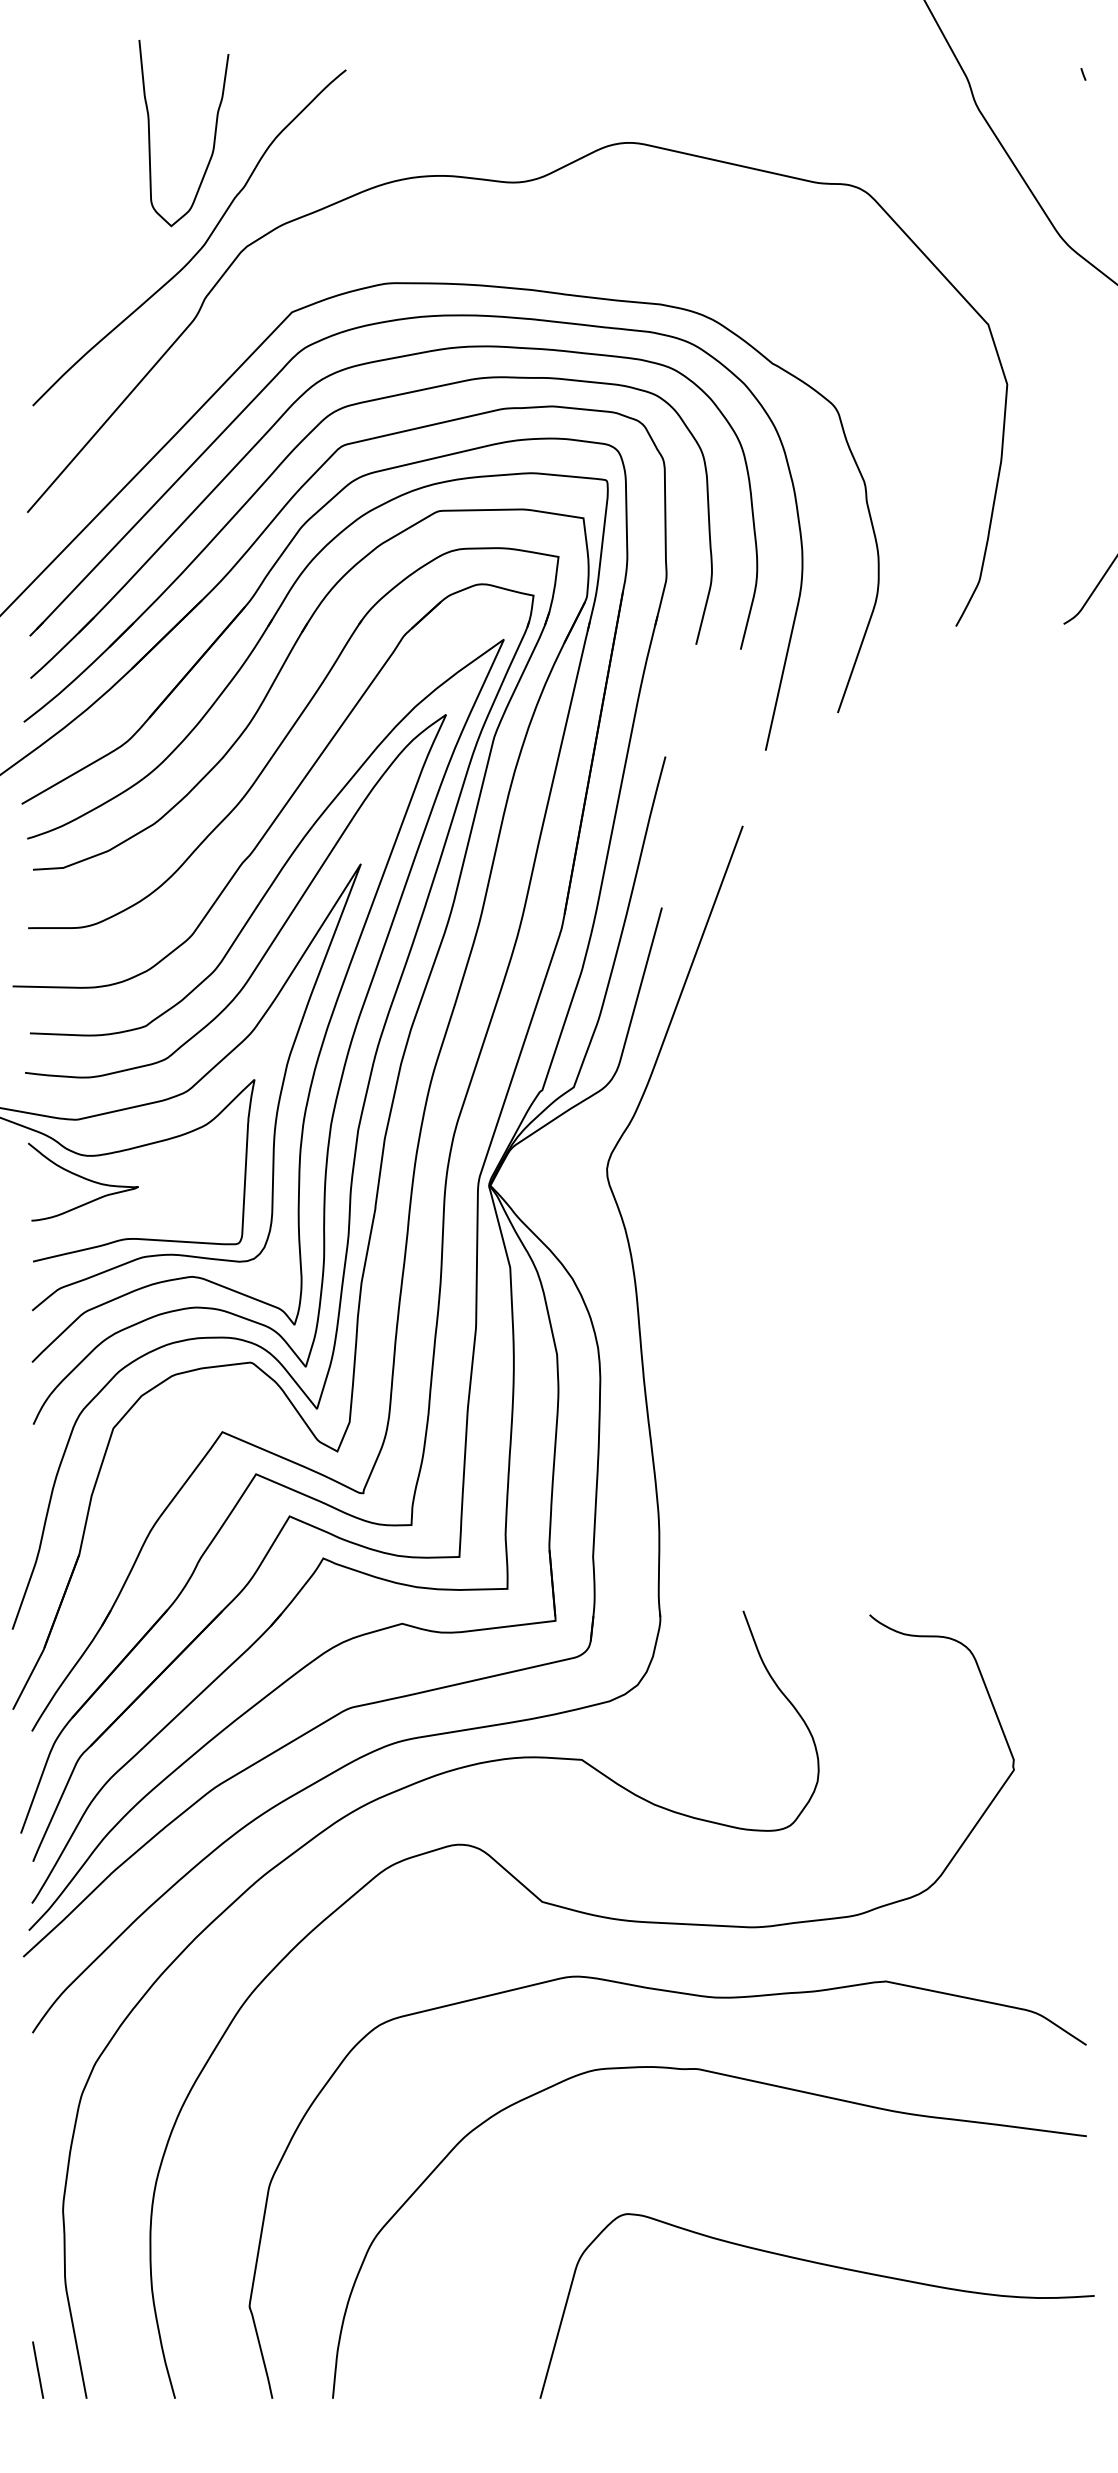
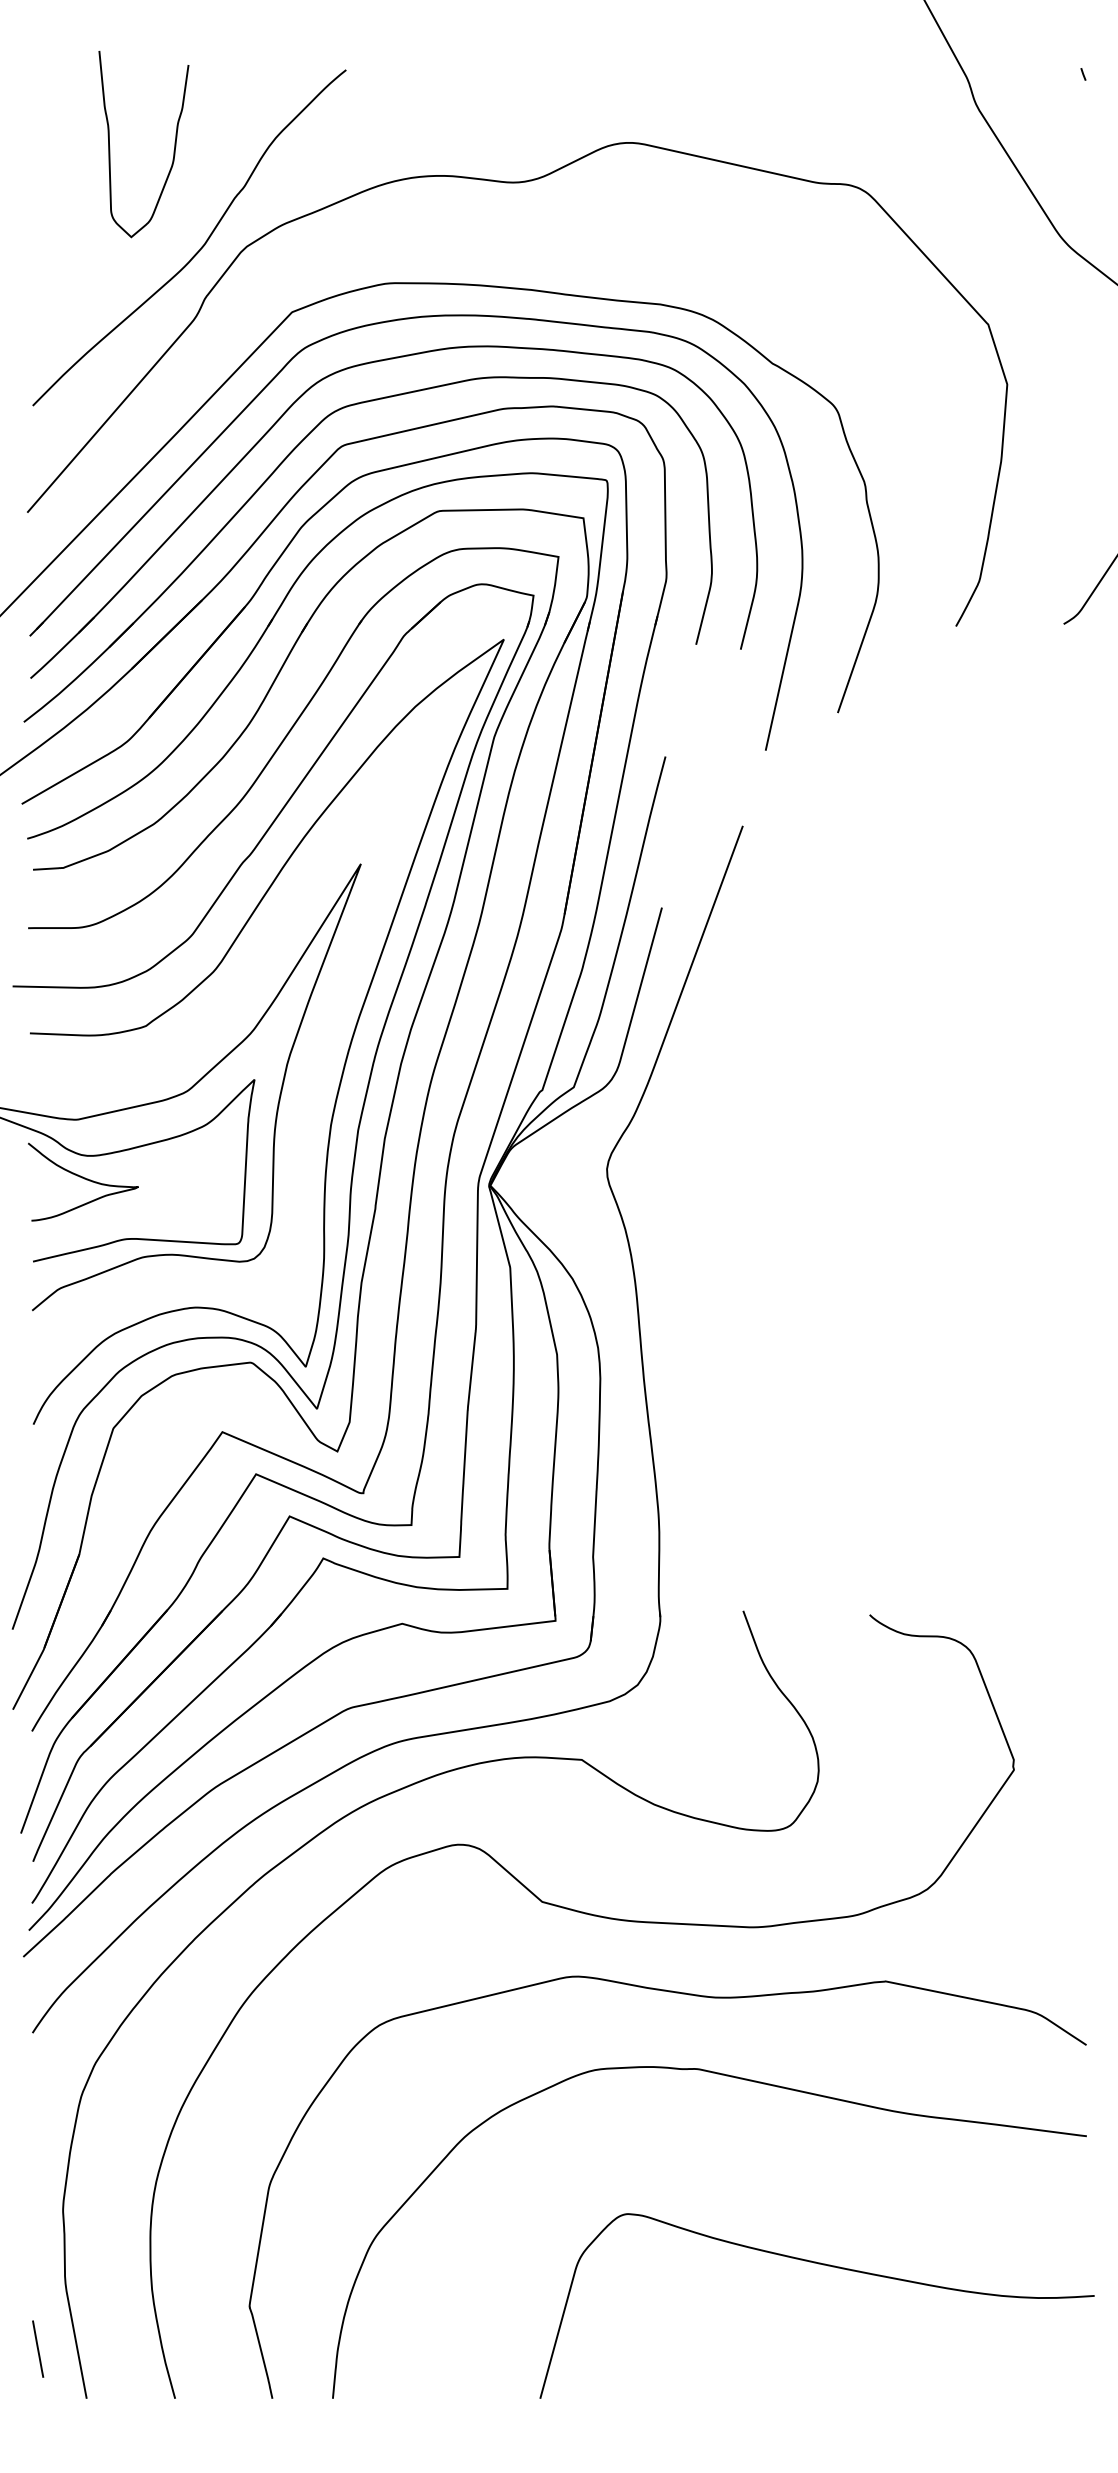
curve at (213, 139) position: (213, 139) -> (173, 150)
curve at (216, 1018): present -> none
line at (38, 2369) position: (38, 2369) -> (38, 2348)
